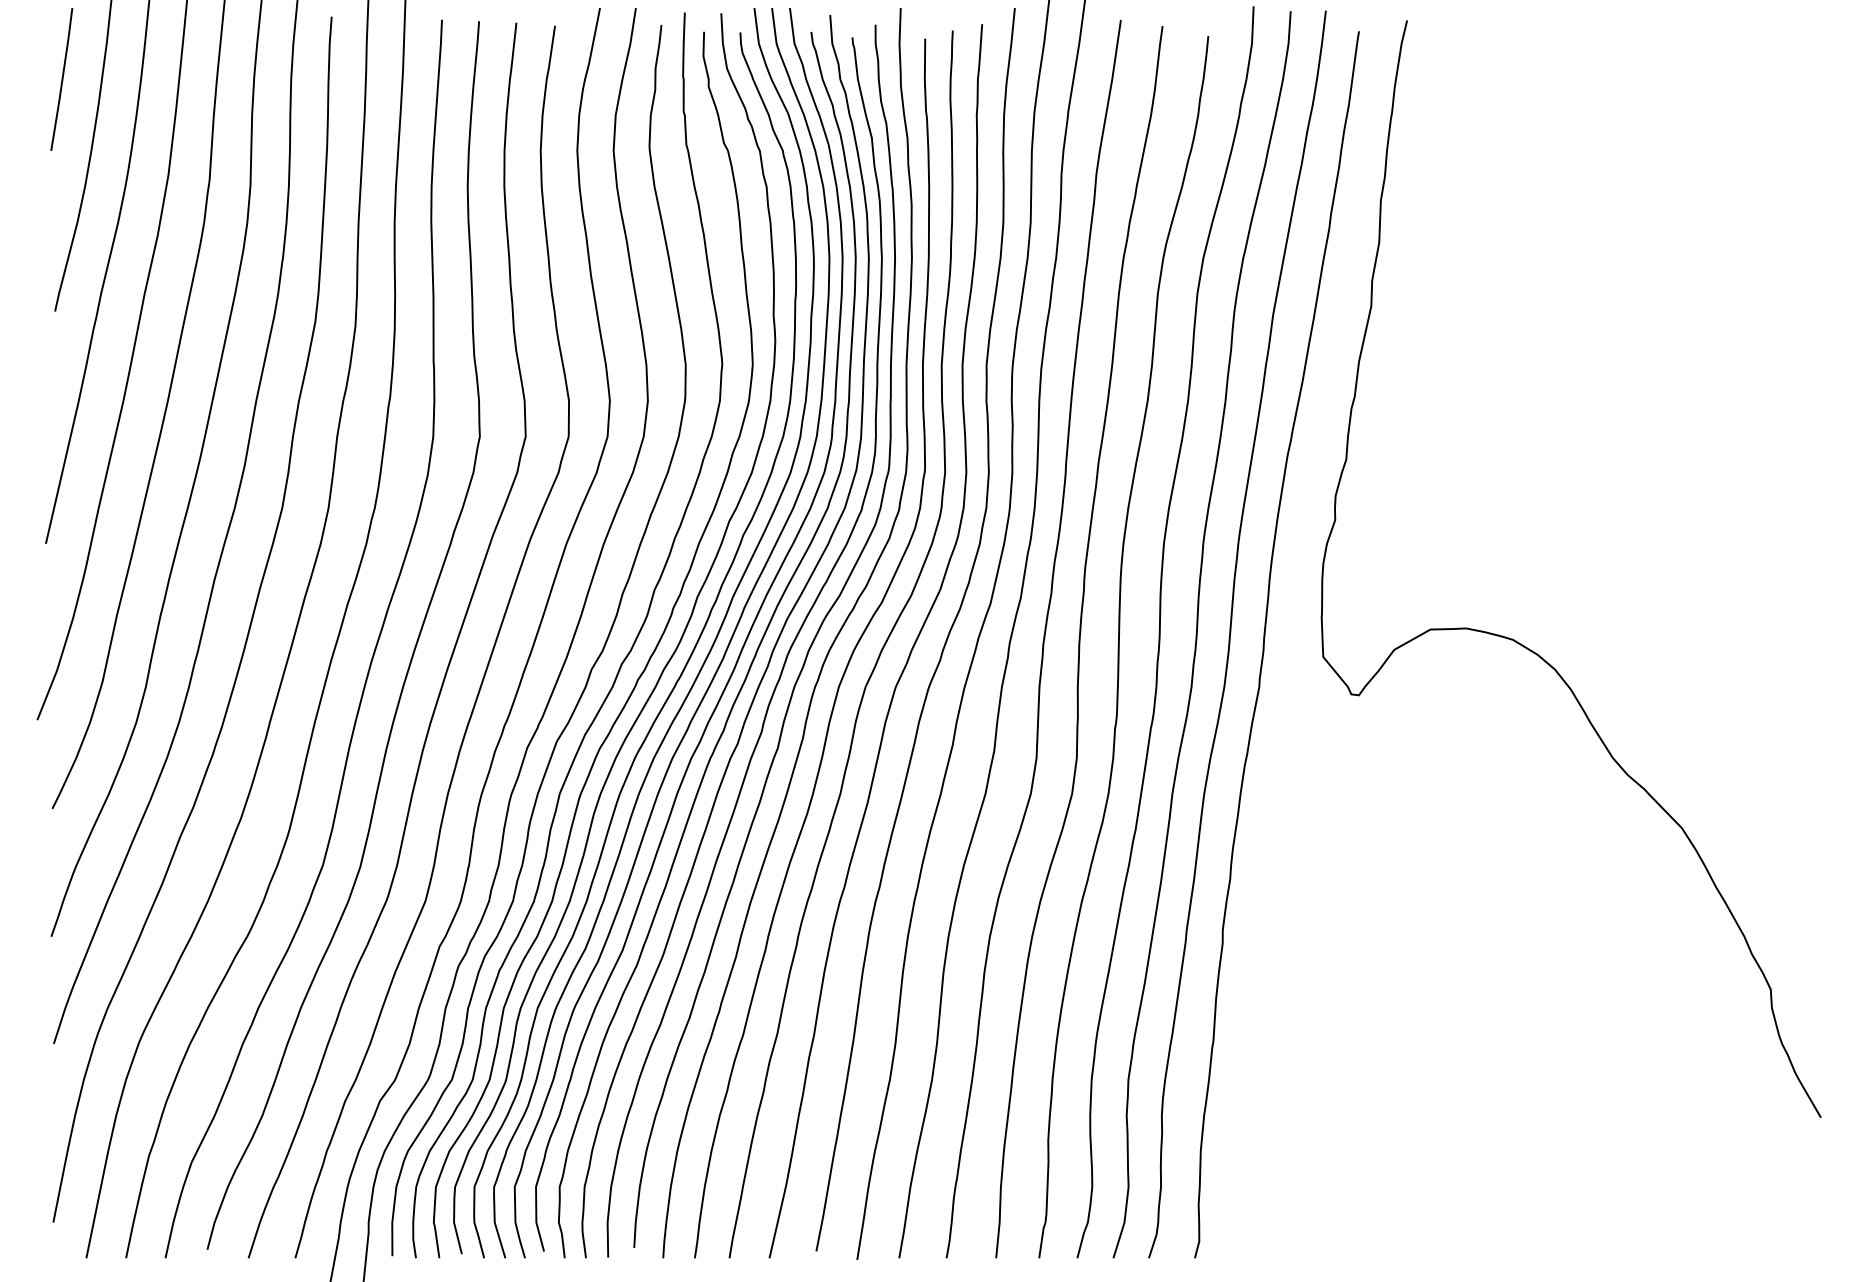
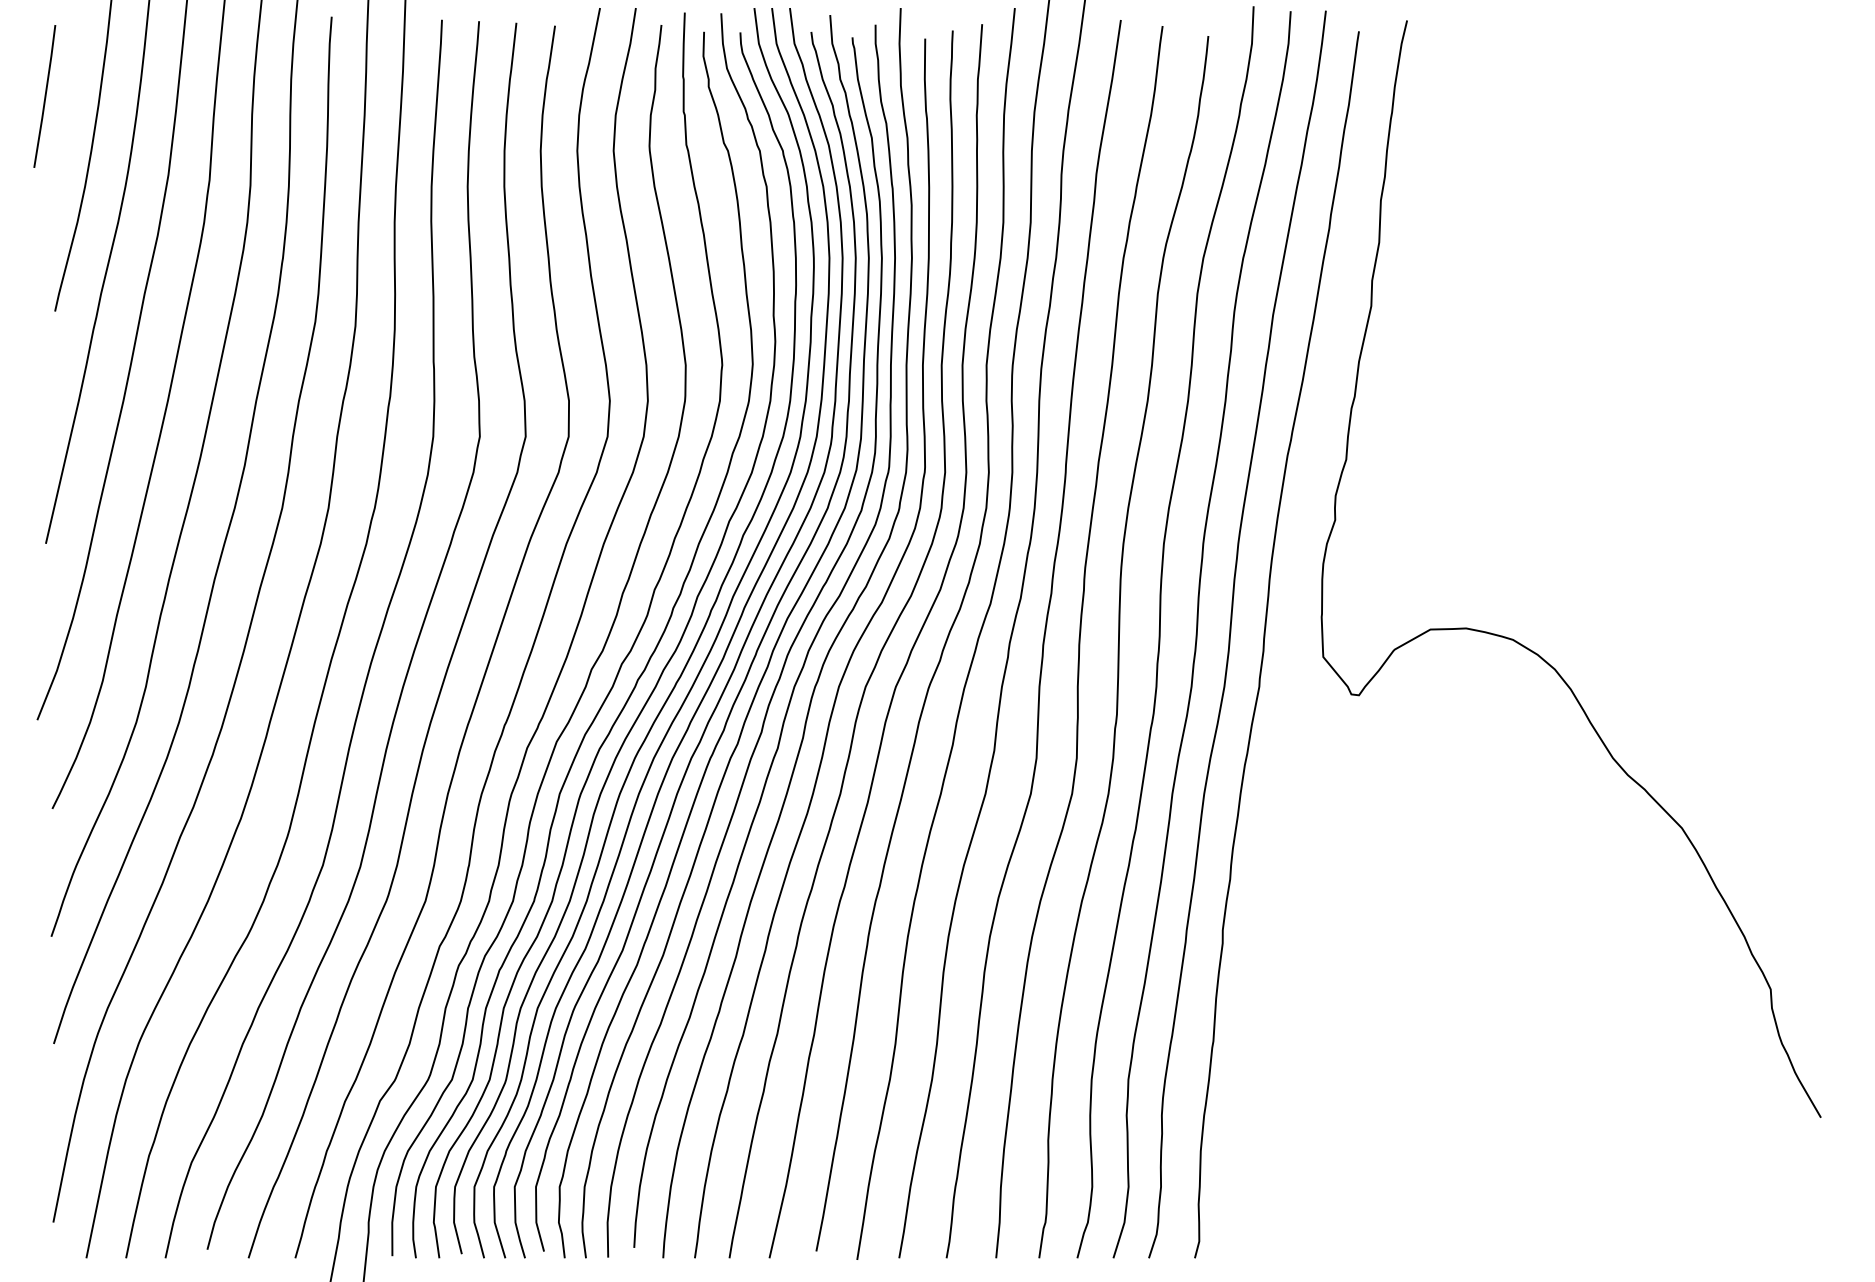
line at (61, 79) position: (61, 79) -> (44, 96)
